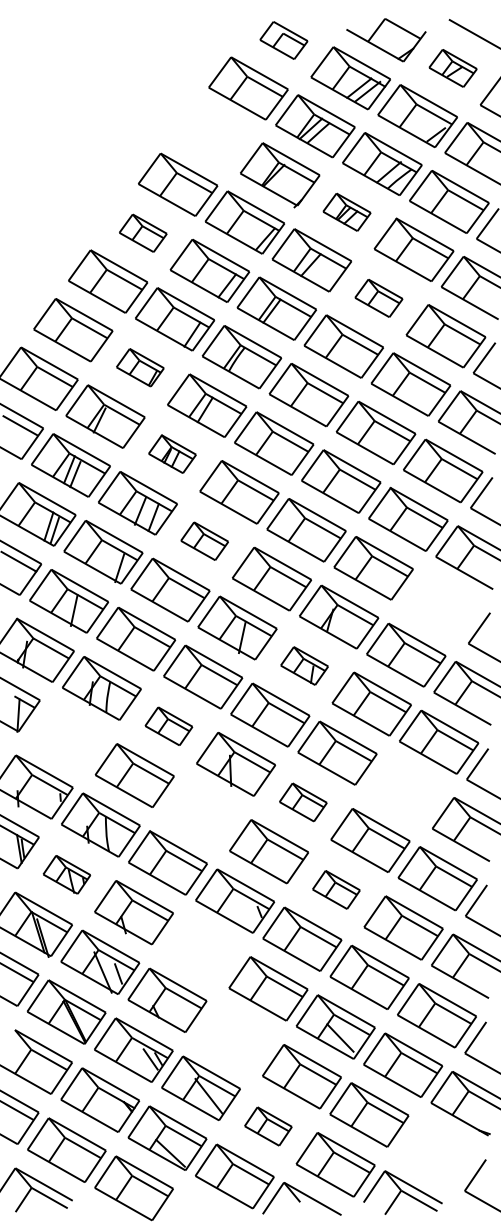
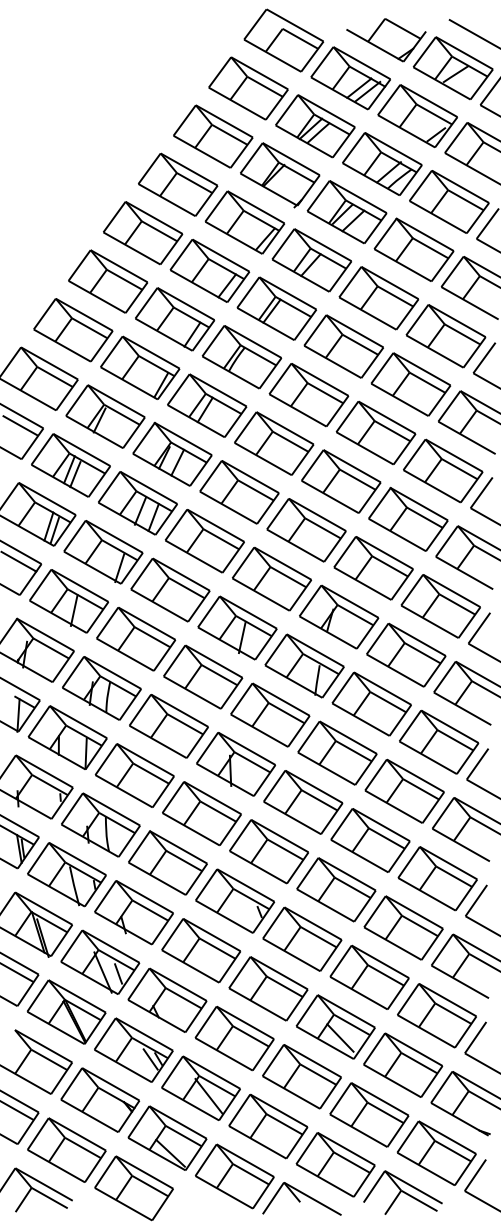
part at (283, 40) size: 50x39 px -> 82x65 px
part at (452, 68) size: 50x39 px -> 82x65 px
part at (213, 136): none -> present
part at (346, 211) size: 50x40 px -> 82x65 px
part at (143, 232) size: 49x40 px -> 81x65 px
part at (378, 298) size: 50x39 px -> 82x65 px
part at (140, 367) size: 49x40 px -> 81x65 px
part at (172, 453) size: 49x40 px -> 81x66 px
part at (204, 540) size: 49x40 px -> 81x65 px
part at (440, 606): none -> present
part at (304, 665) size: 49x40 px -> 81x66 px
part at (168, 725) size: 50x40 px -> 80x65 px
part at (67, 737): none -> present
part at (404, 790): none -> present
part at (303, 802) size: 49x41 px -> 81x65 px
part at (201, 813): none -> present
part at (66, 874) size: 50x40 px -> 80x66 px
part at (336, 889) size: 49x40 px -> 81x66 px
part at (201, 950): none -> present
part at (234, 1038): none -> present
part at (268, 1126) size: 49x41 px -> 81x67 px
part at (436, 1152): none -> present
